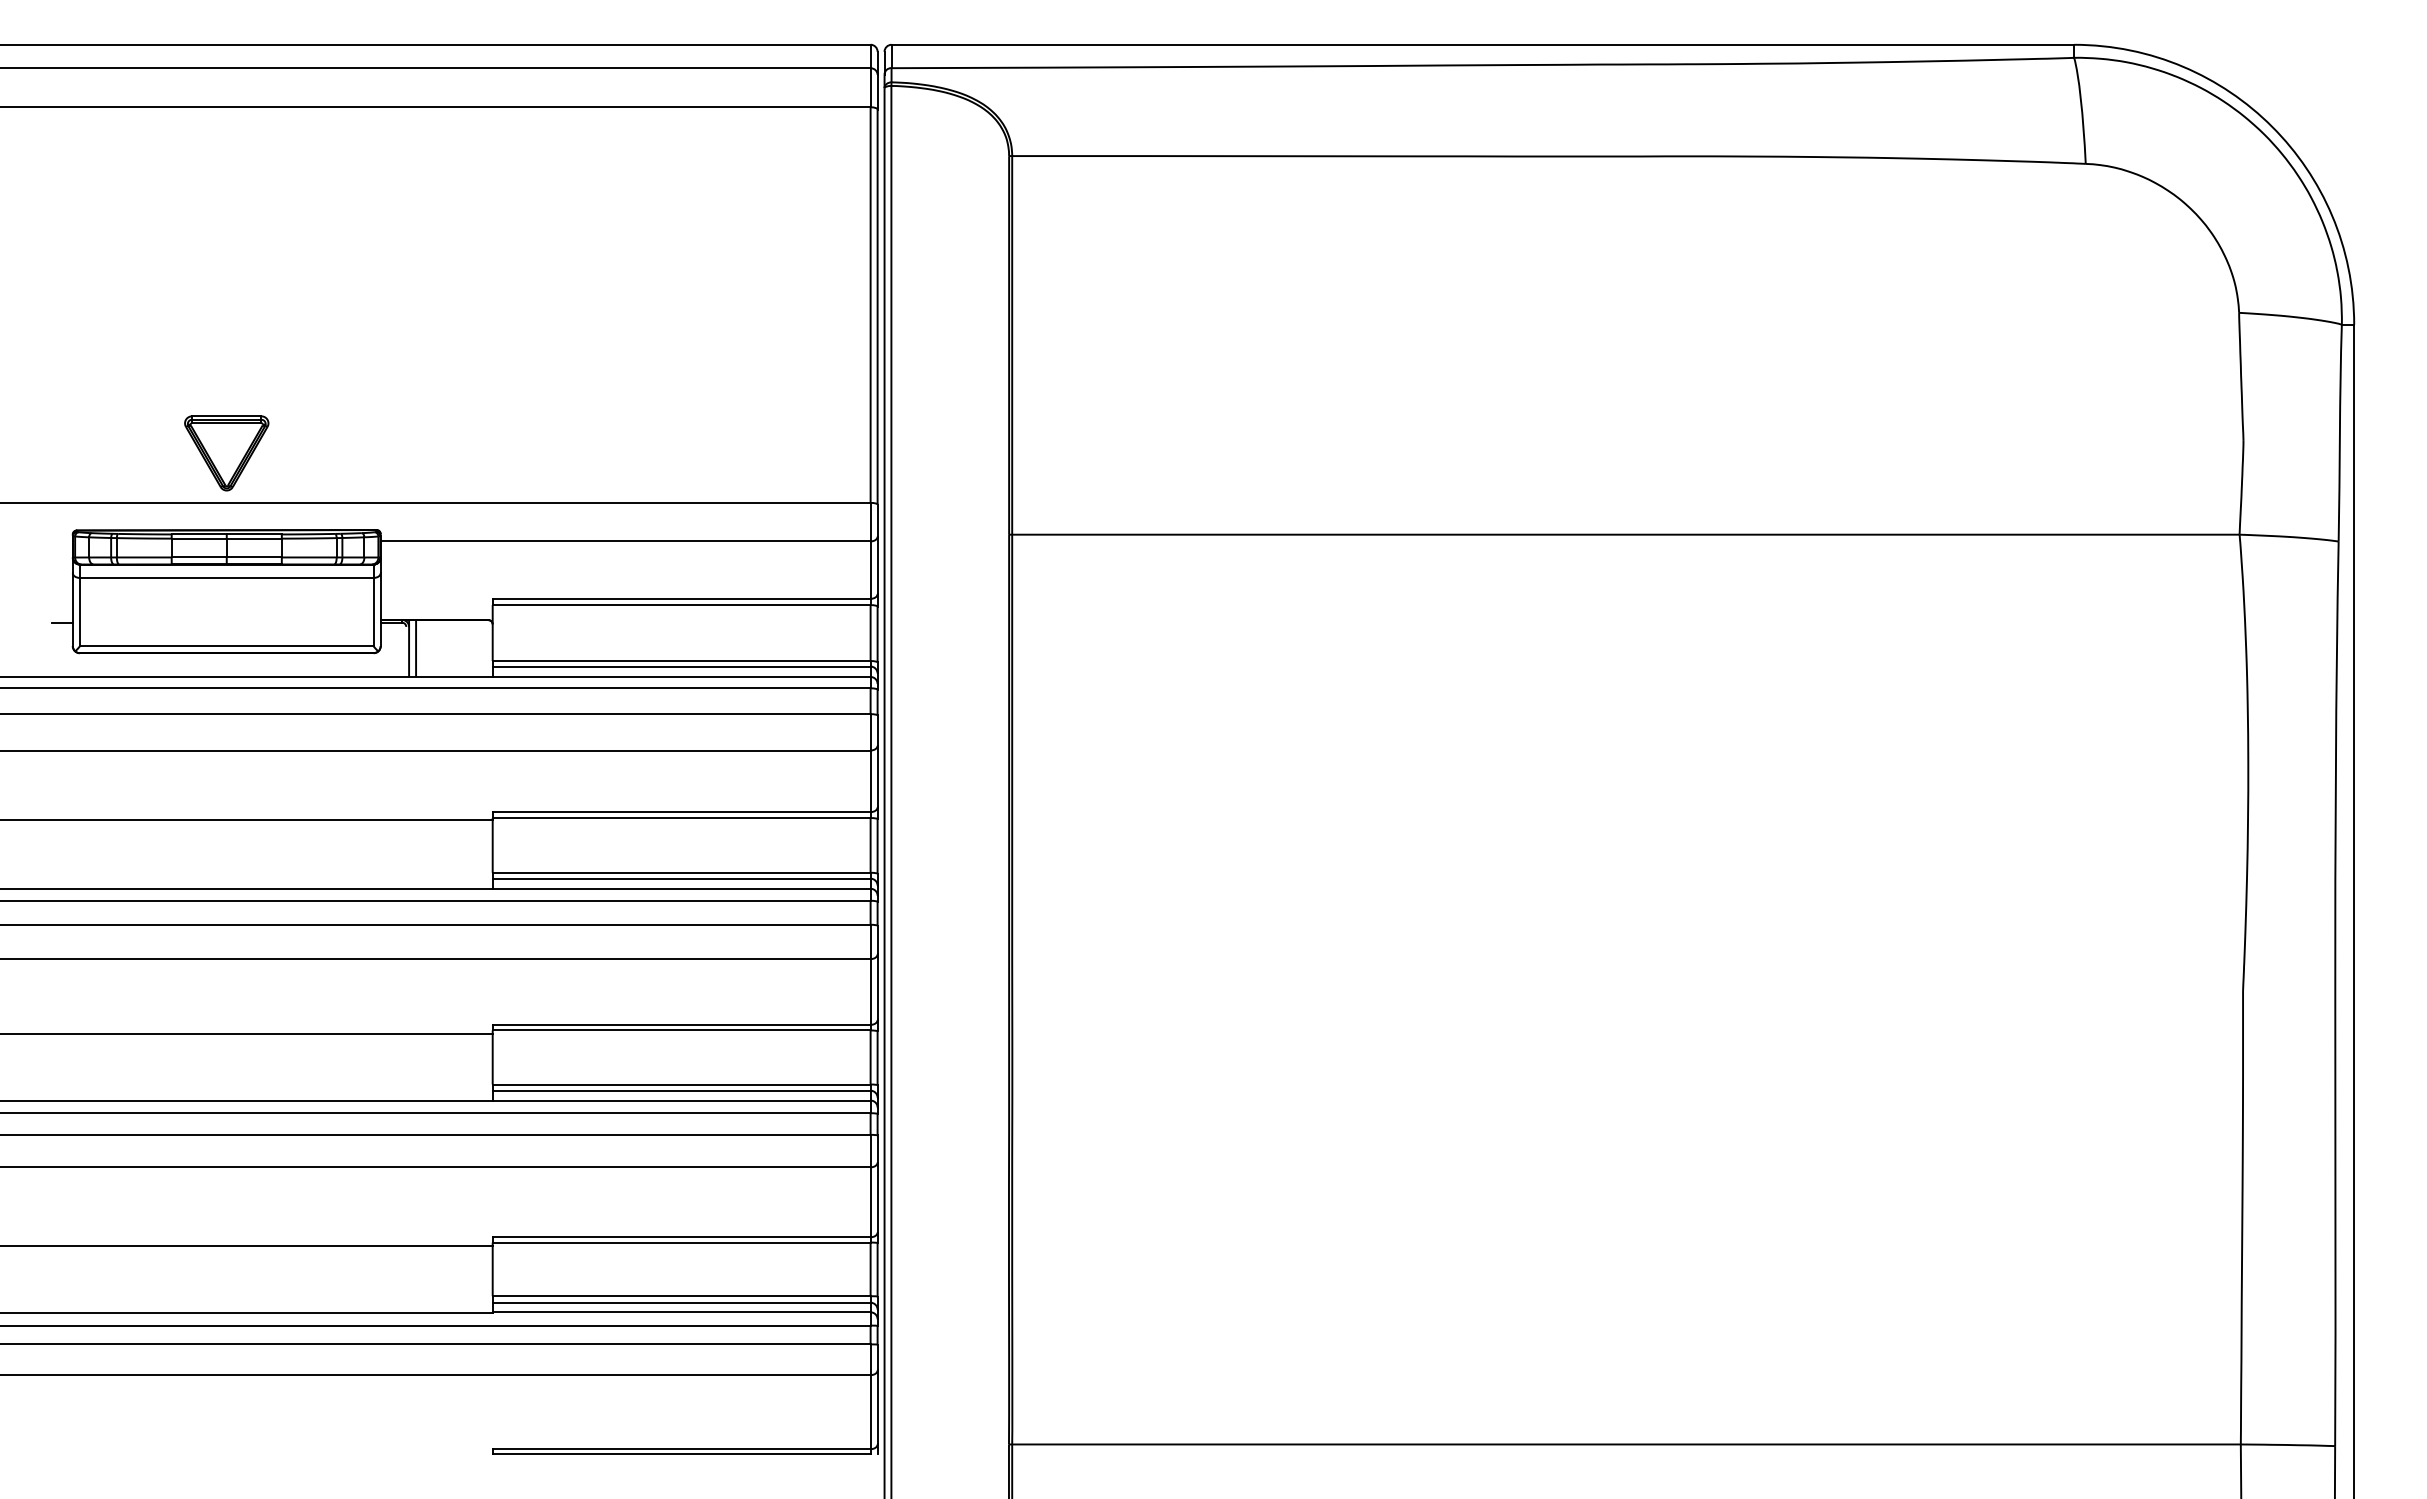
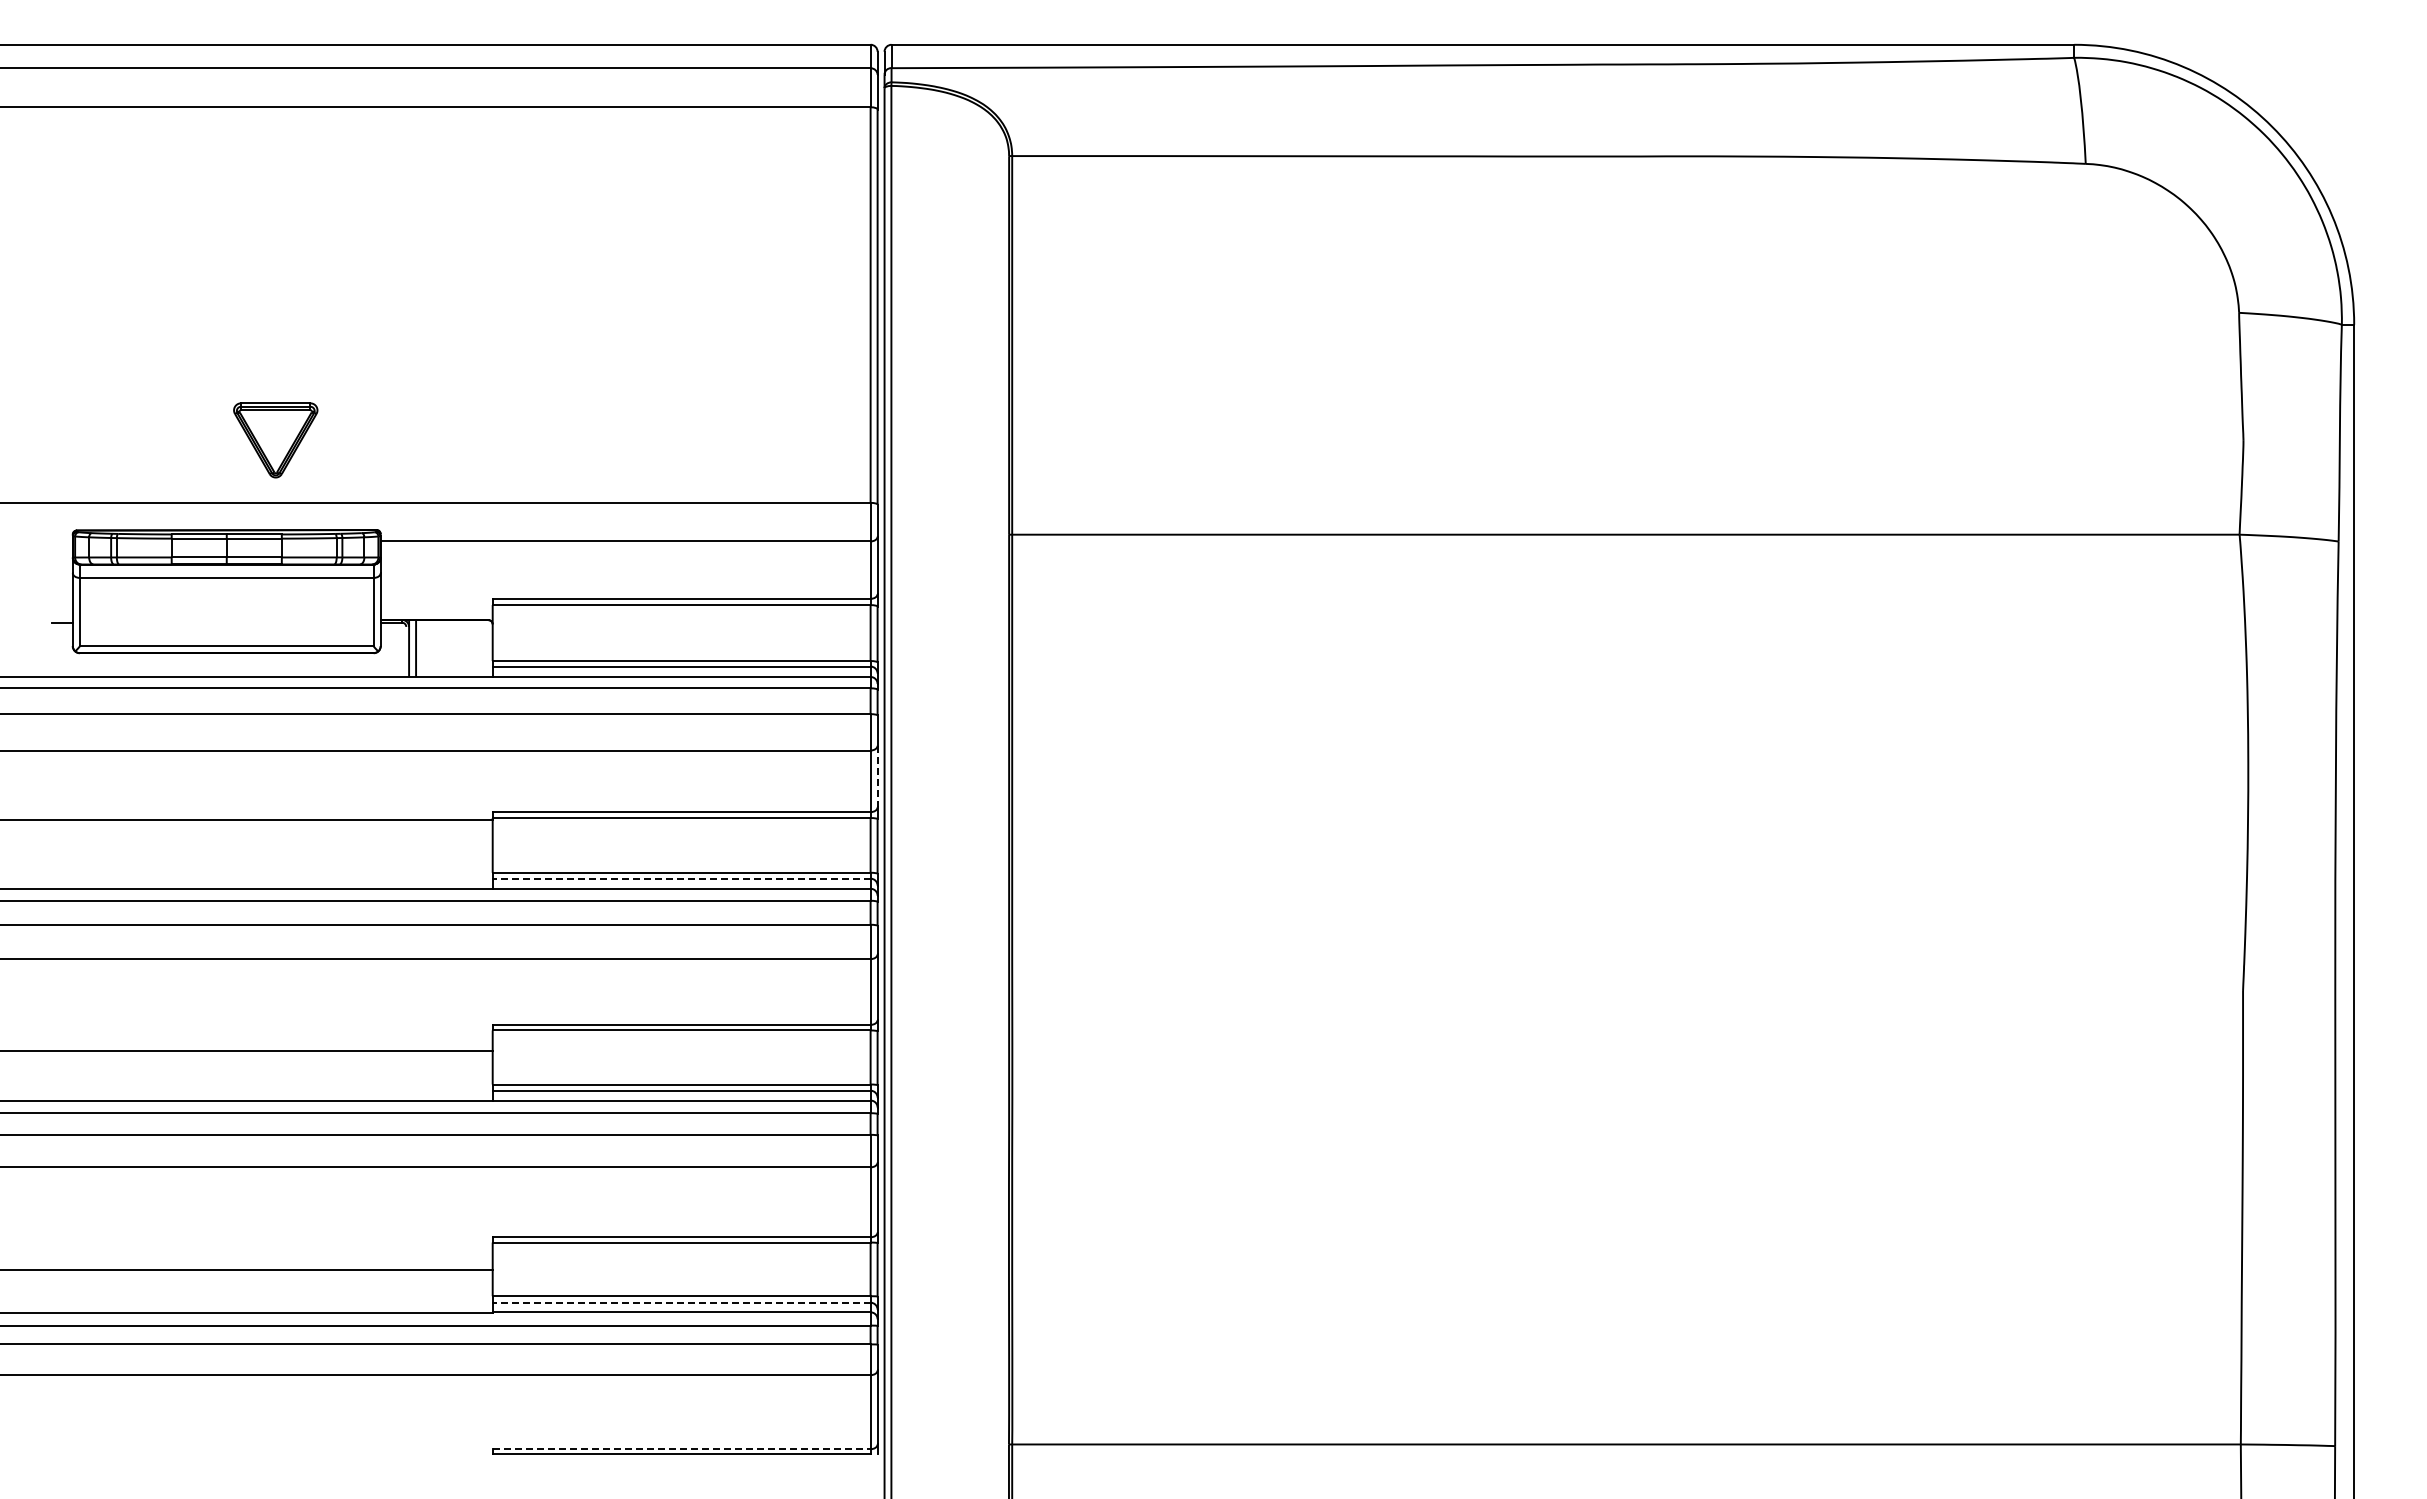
part at (226, 453) position: (226, 453) -> (275, 440)
line at (877, 776): solid -> dashed
line at (681, 878): solid -> dashed
line at (247, 1033) position: (247, 1033) -> (247, 1050)
line at (247, 1246) position: (247, 1246) -> (247, 1270)
line at (681, 1302): solid -> dashed
line at (681, 1449): solid -> dashed
